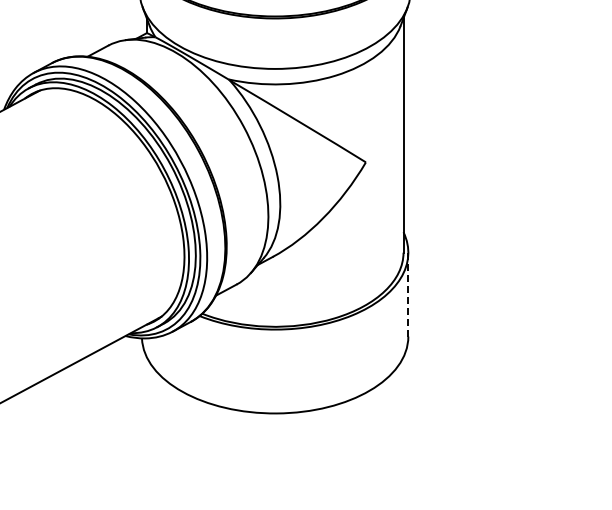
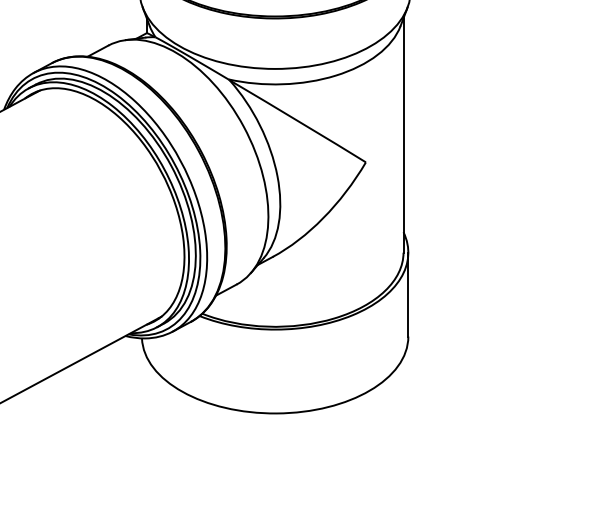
line at (408, 294): dashed -> solid
